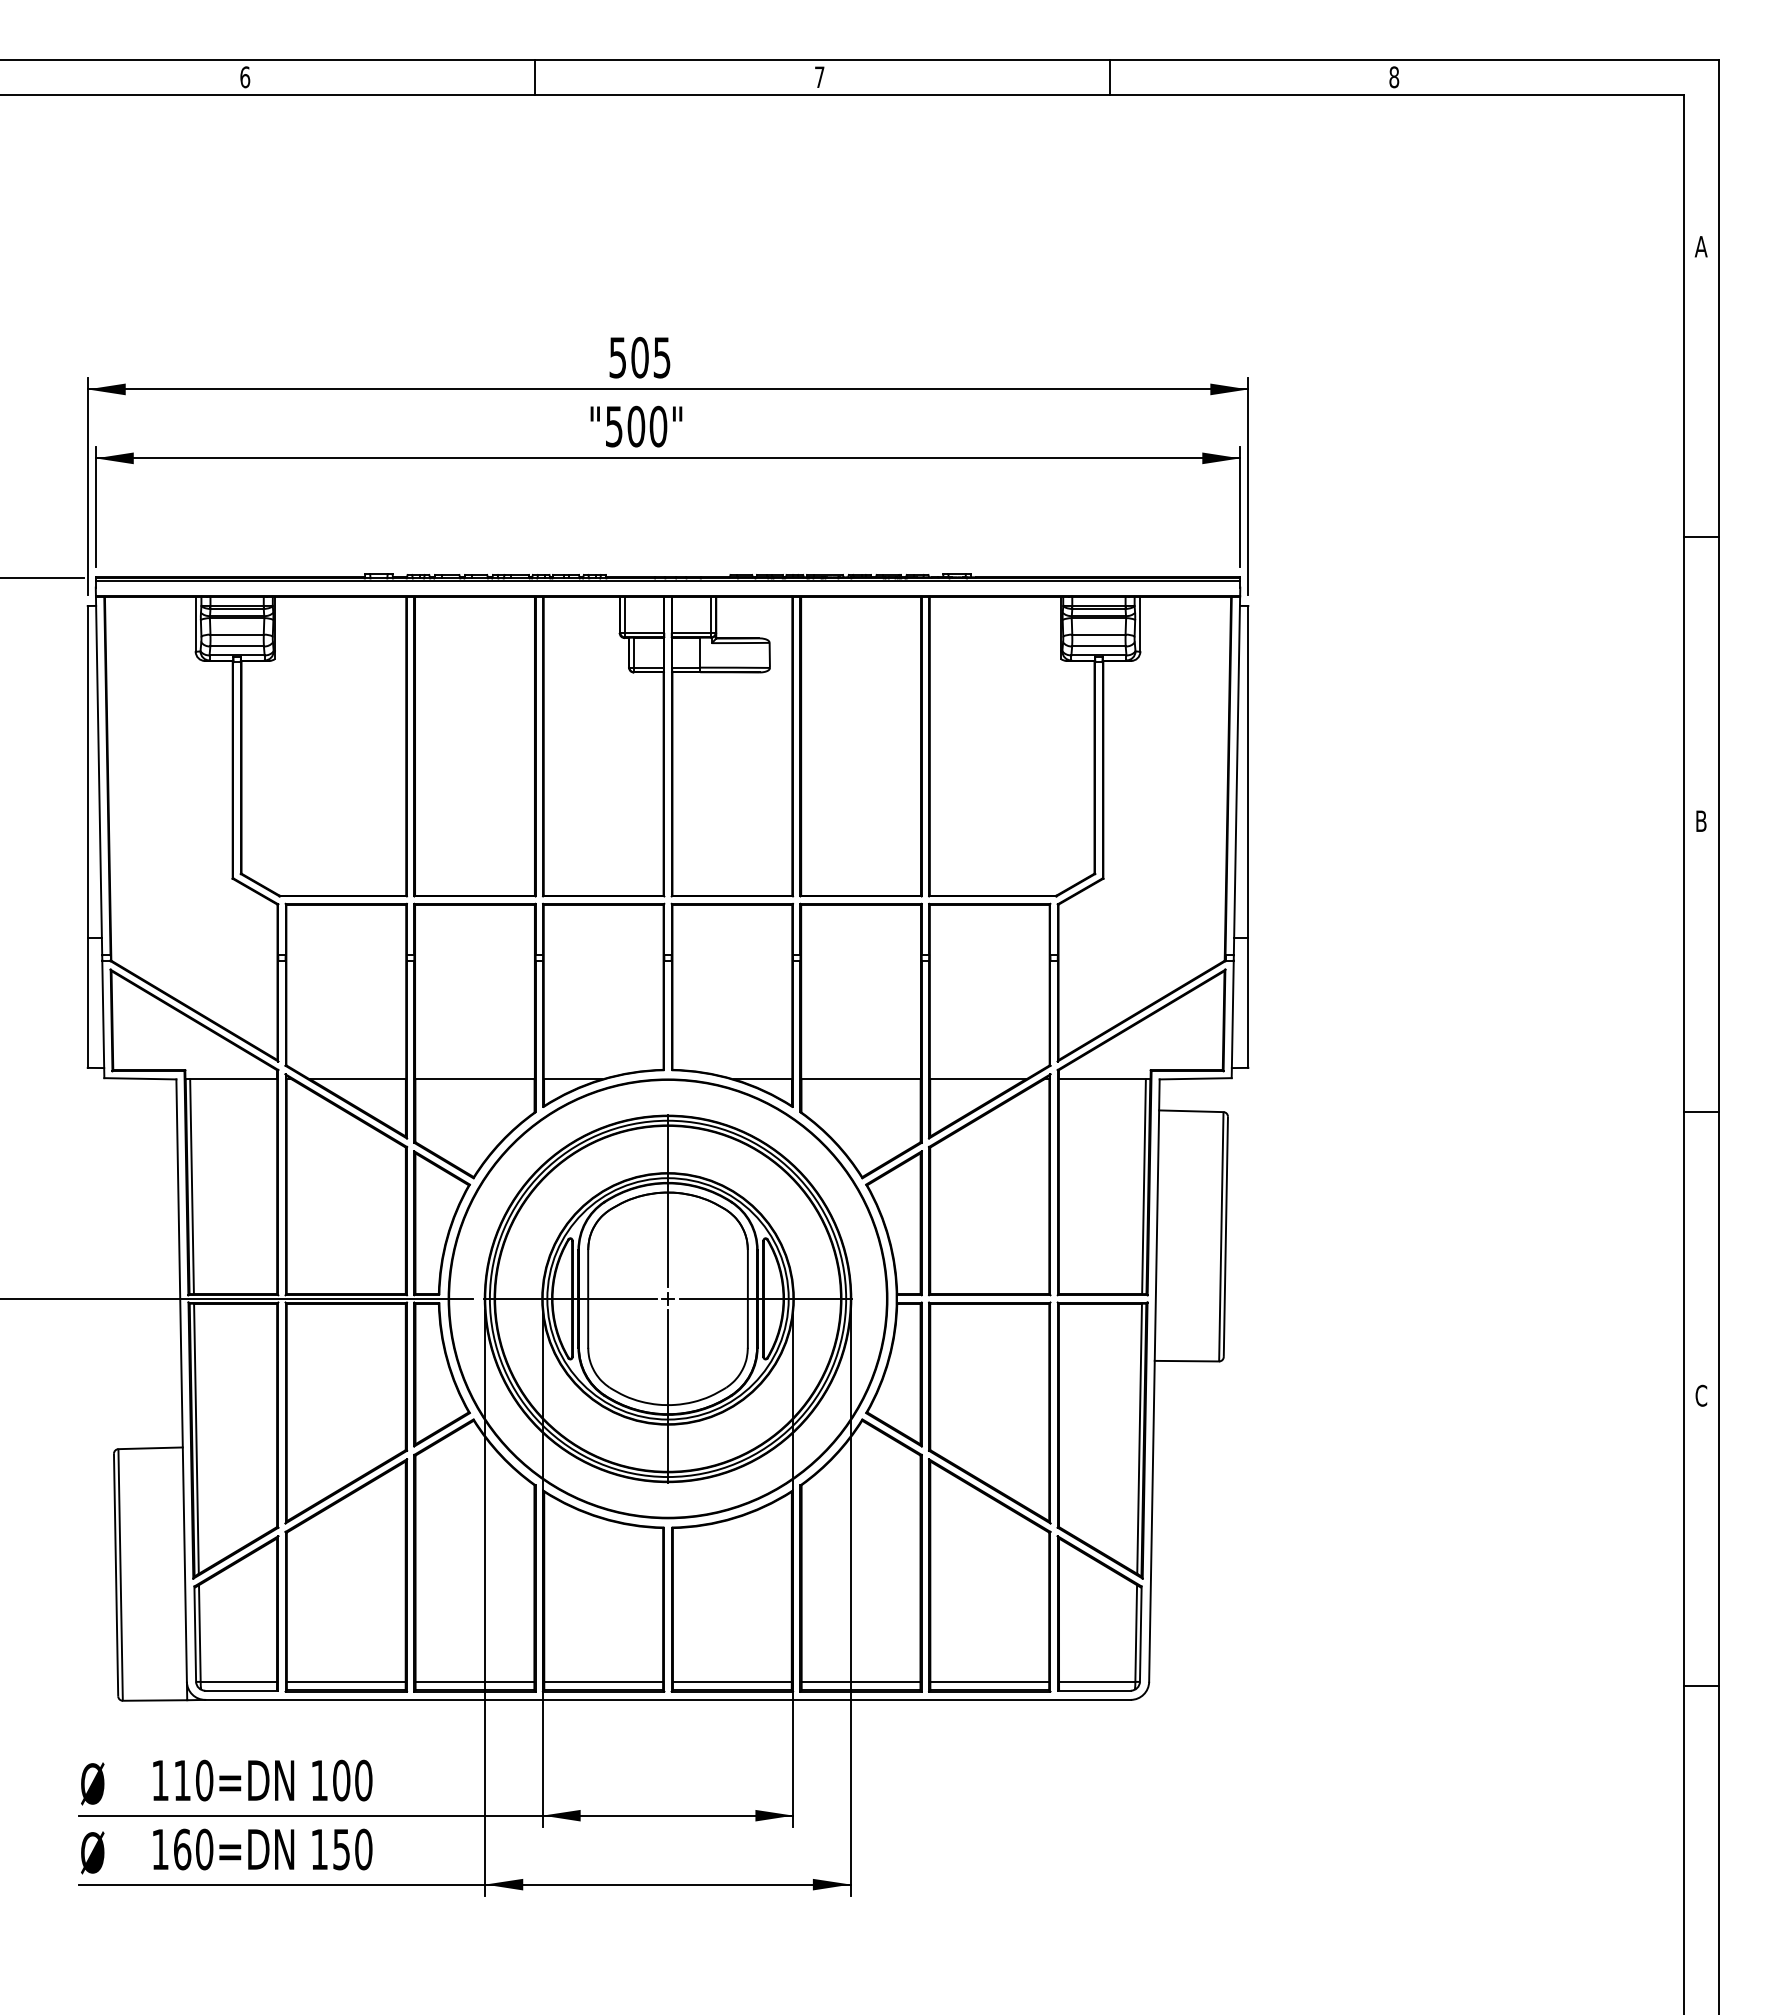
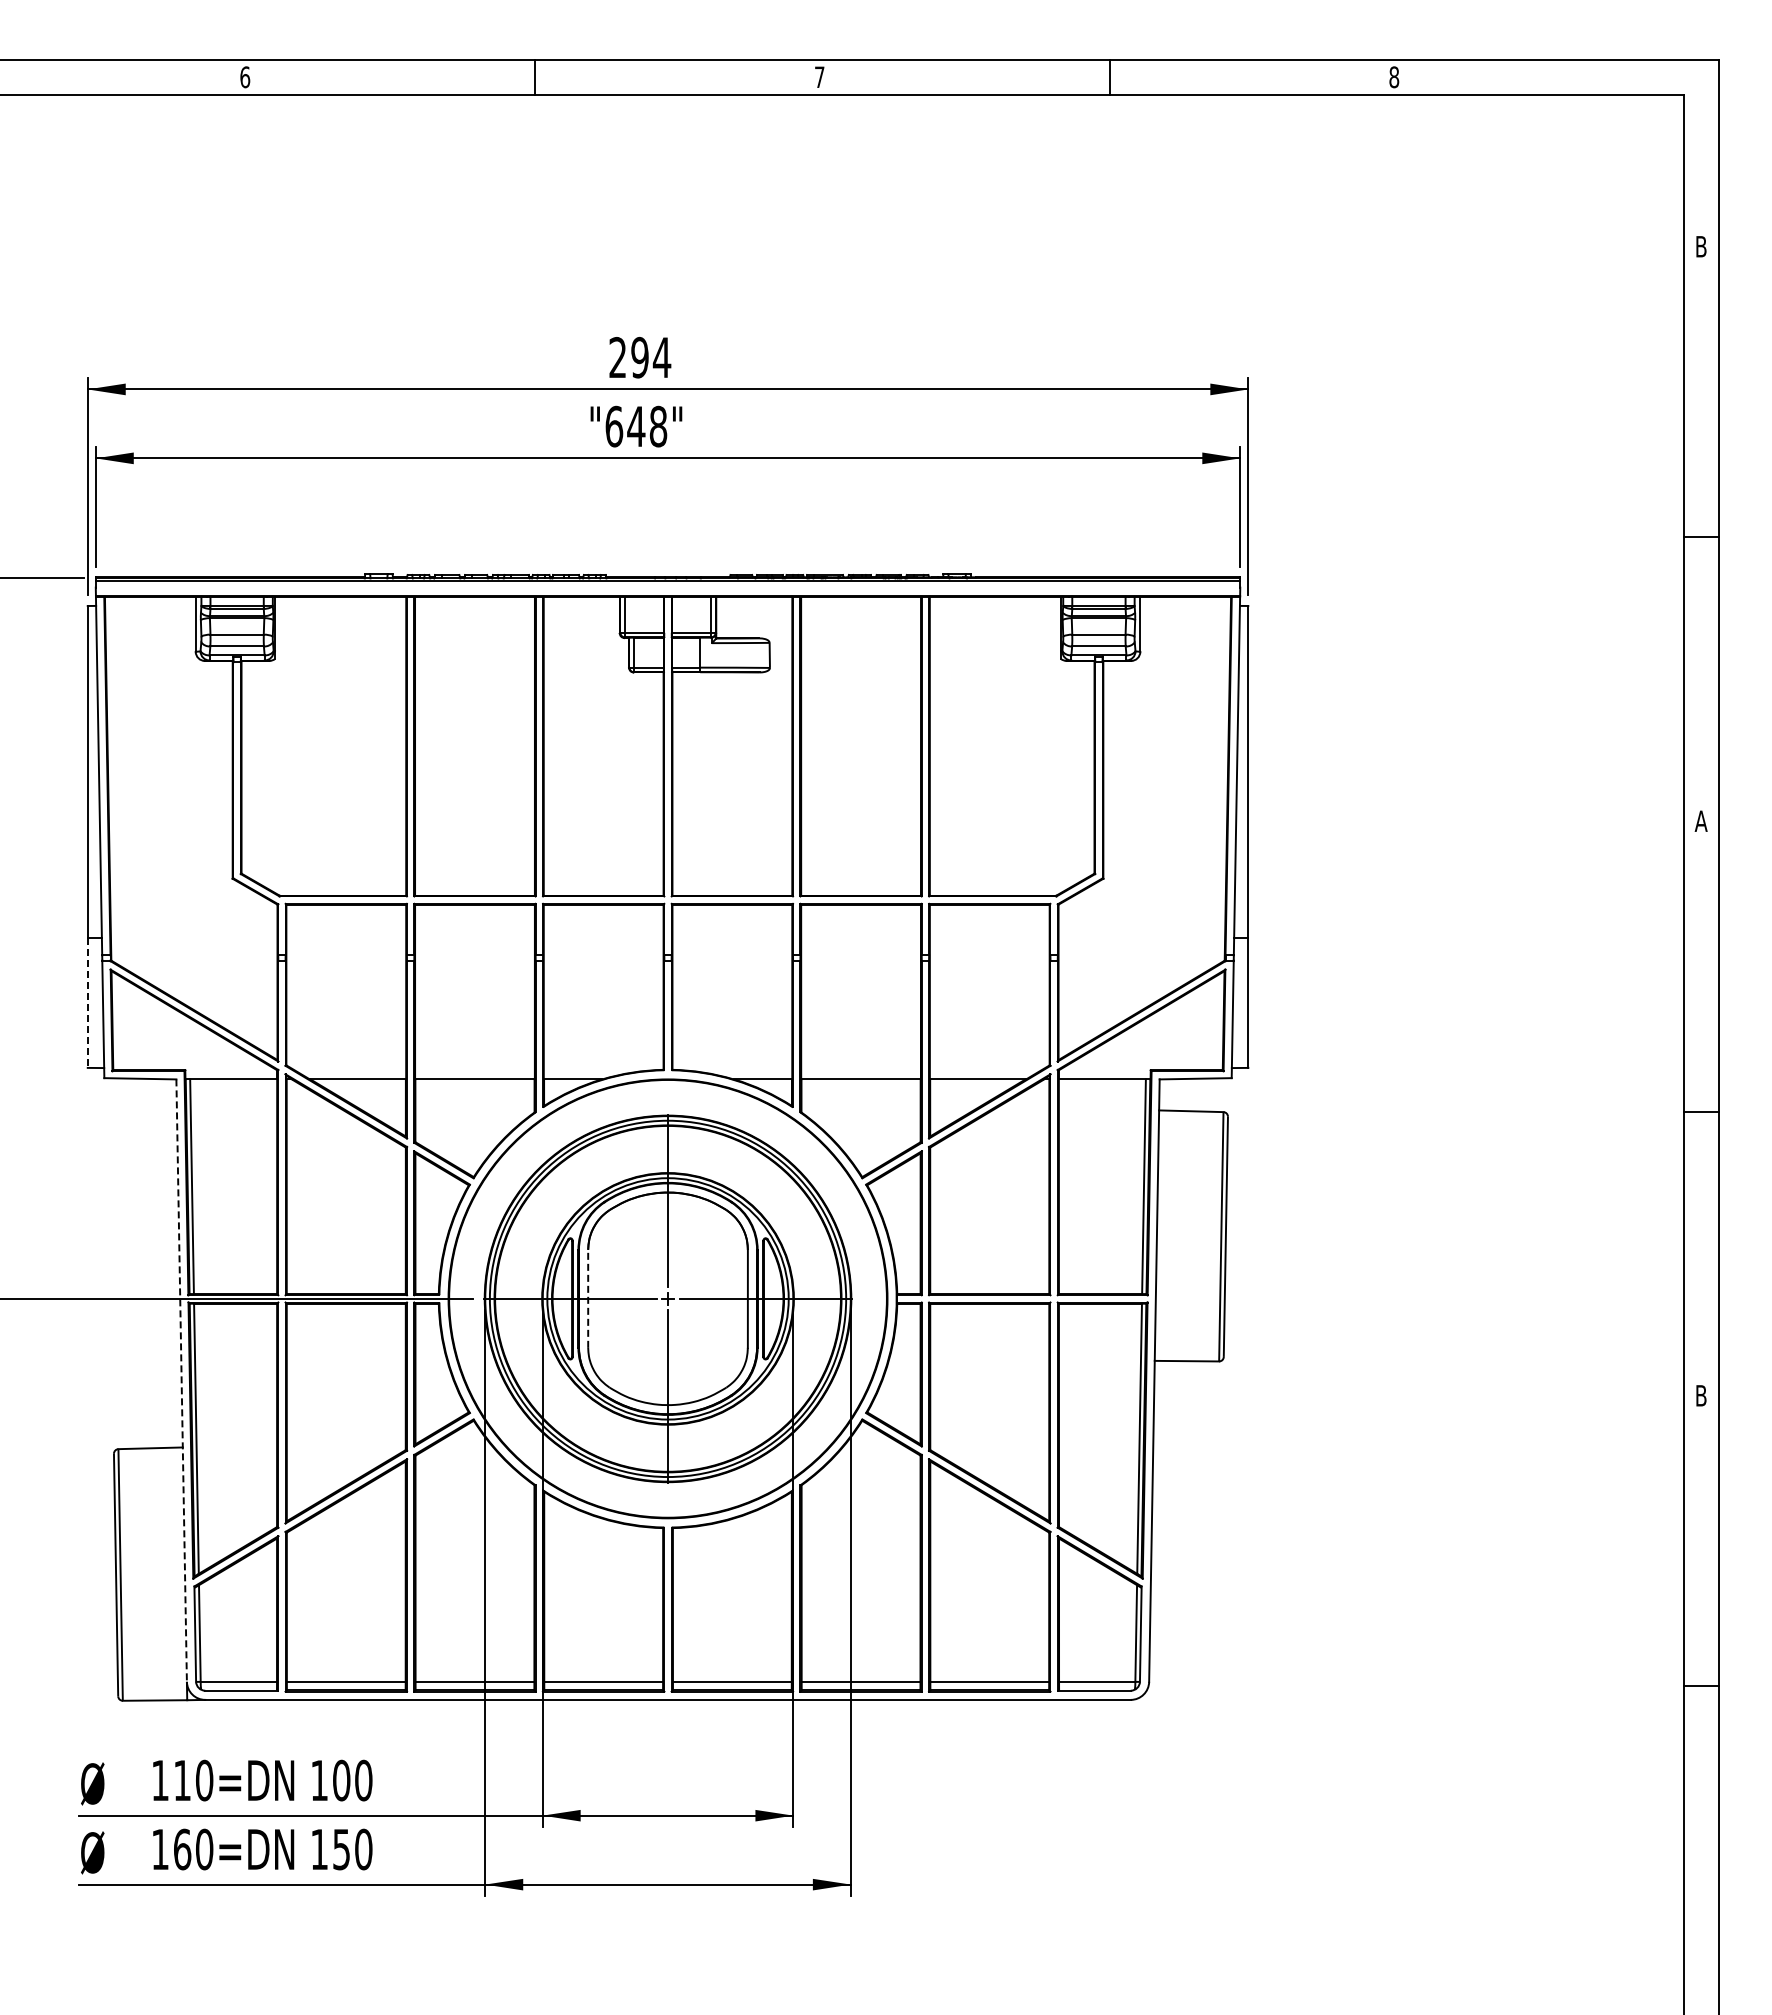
text at (1700, 246): A -> B
text at (640, 357): 505 -> 294
text at (636, 426): "500" -> "648"
text at (1700, 820): B -> A
line at (87, 1003): solid -> dashed
line at (588, 1298): solid -> dashed
line at (181, 1381): solid -> dashed
text at (1701, 1395): C -> B
